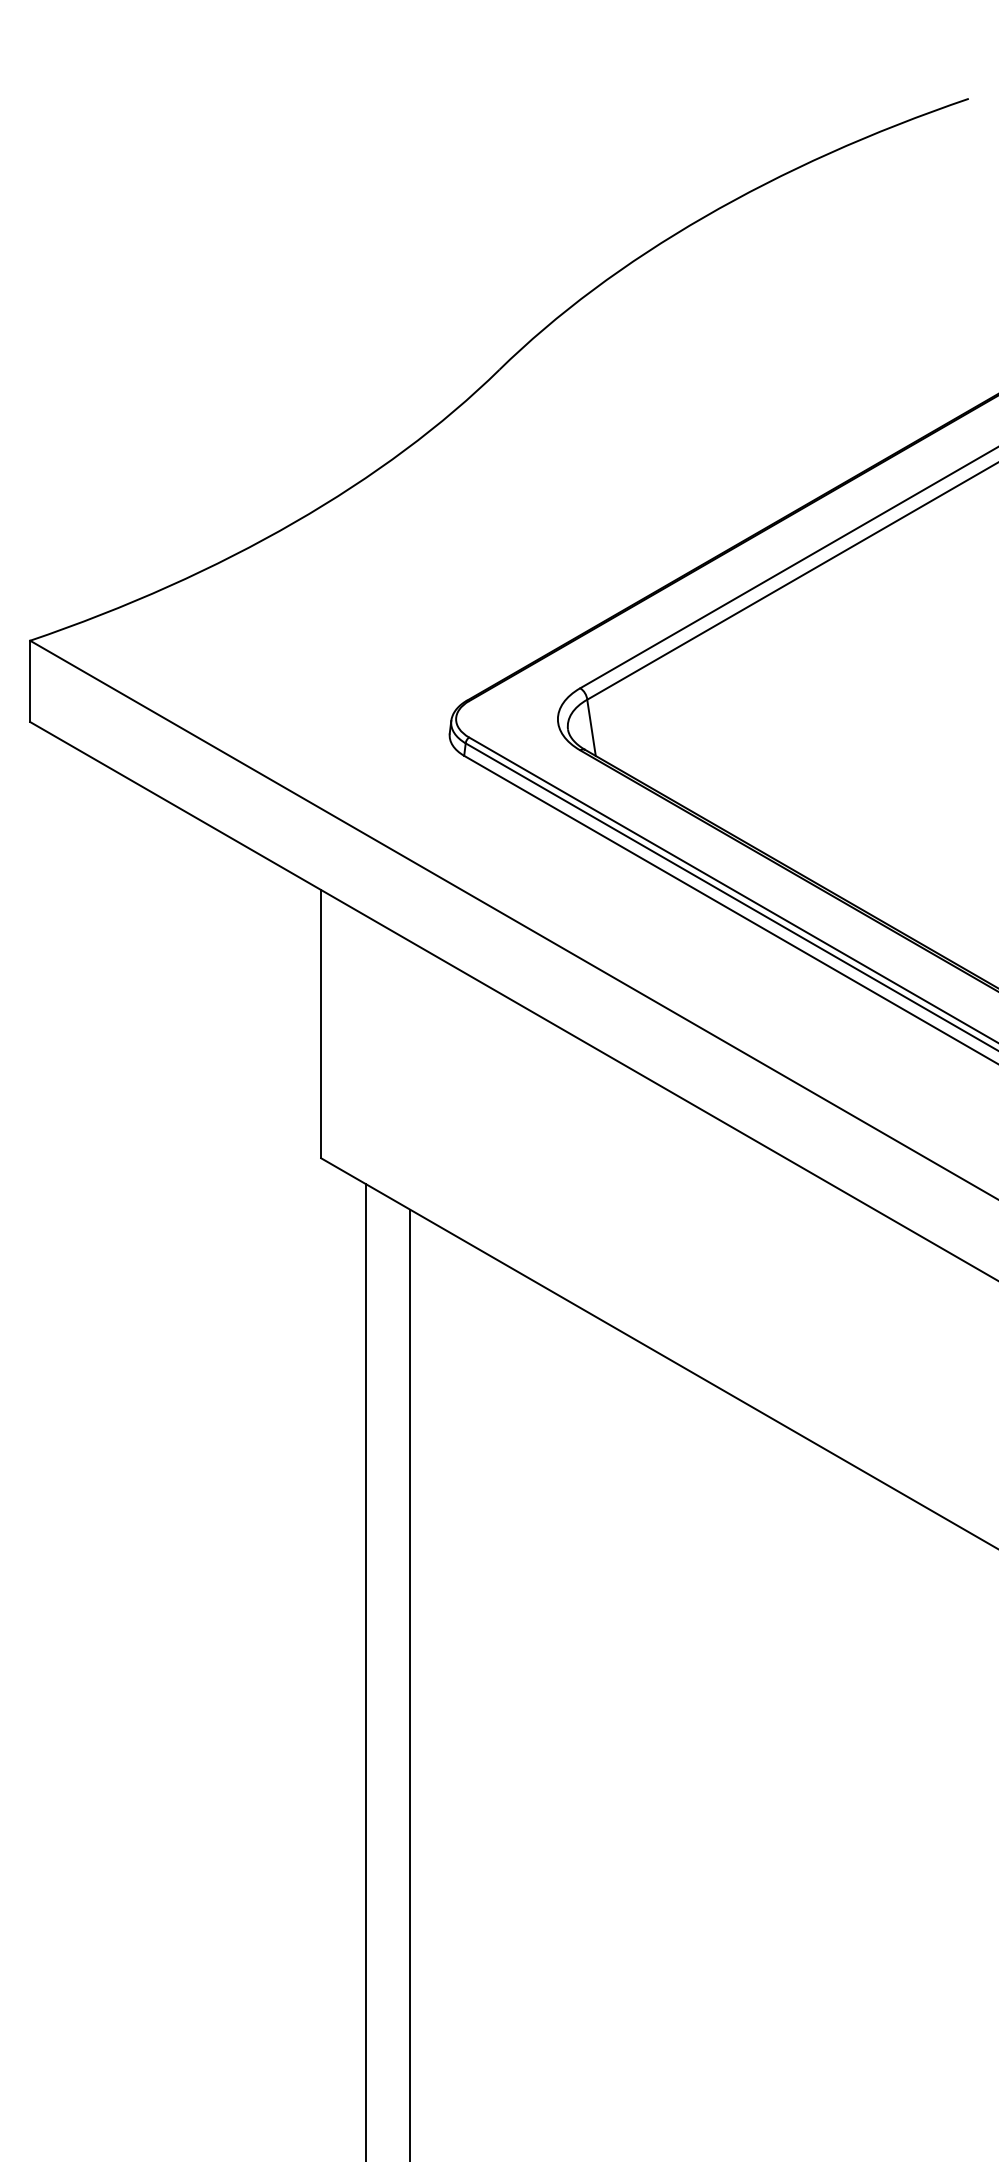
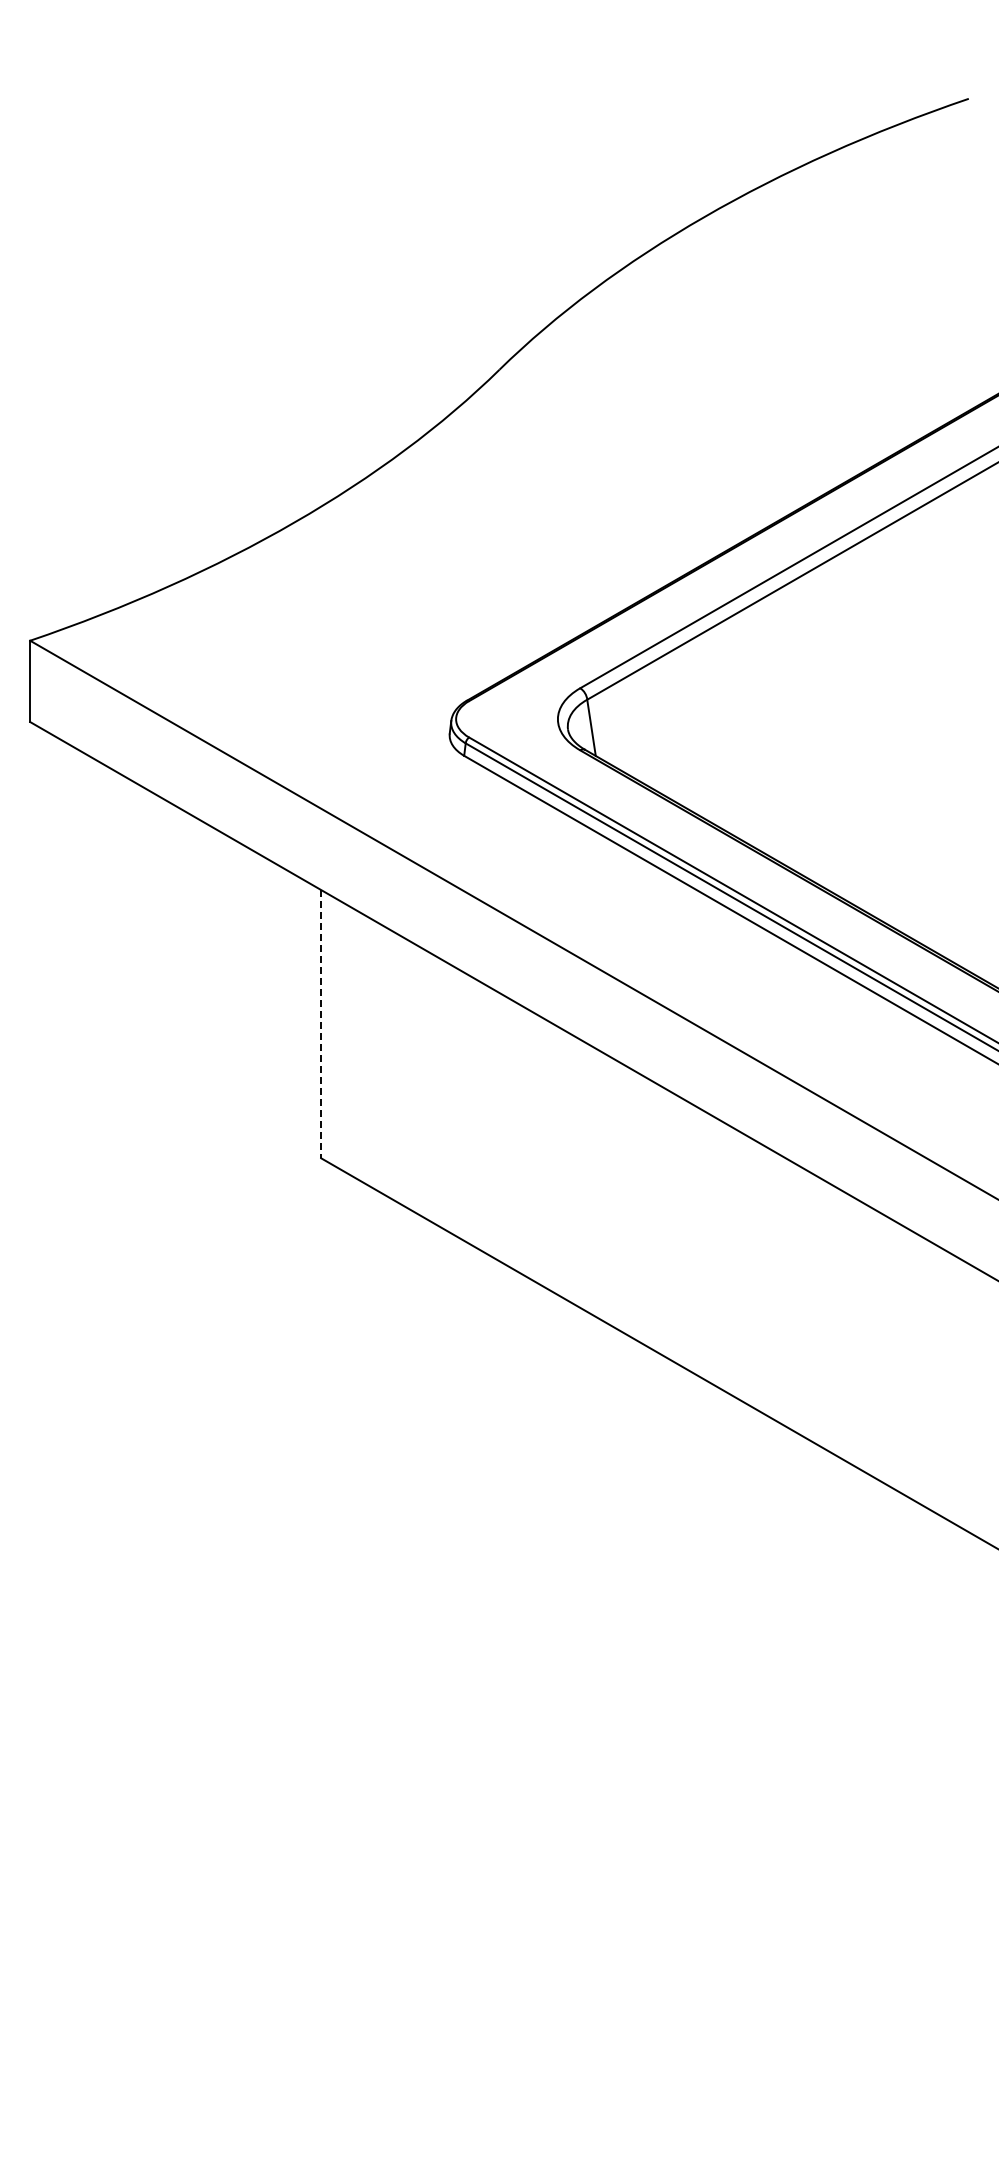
line at (321, 1024): solid -> dashed
line at (365, 1671): present -> none
line at (410, 1683): present -> none
